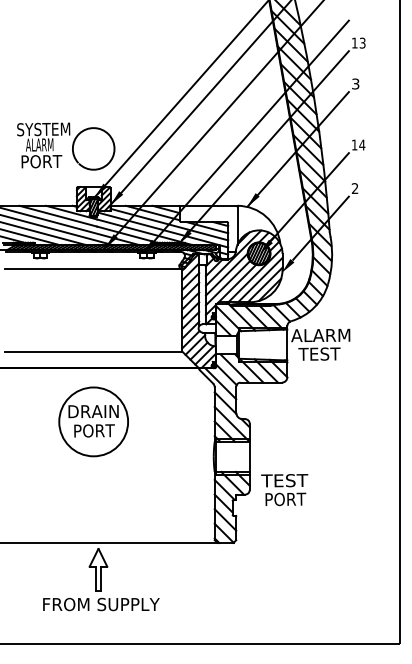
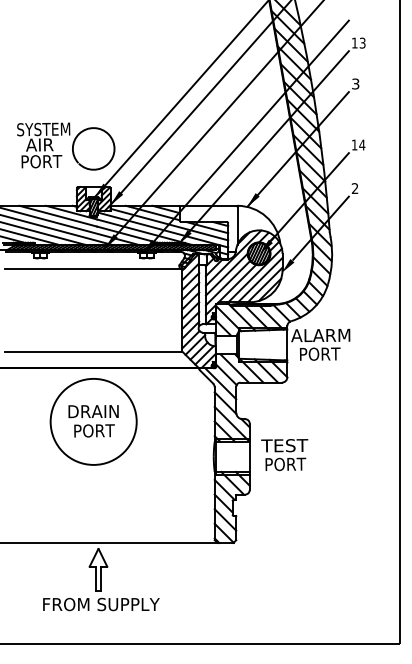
text at (39, 144): ALARM -> AIR
text at (317, 353): TEST -> PORT
circle at (93, 421) diameter: 69 px -> 86 px
text at (284, 490) position: (284, 490) -> (284, 455)
